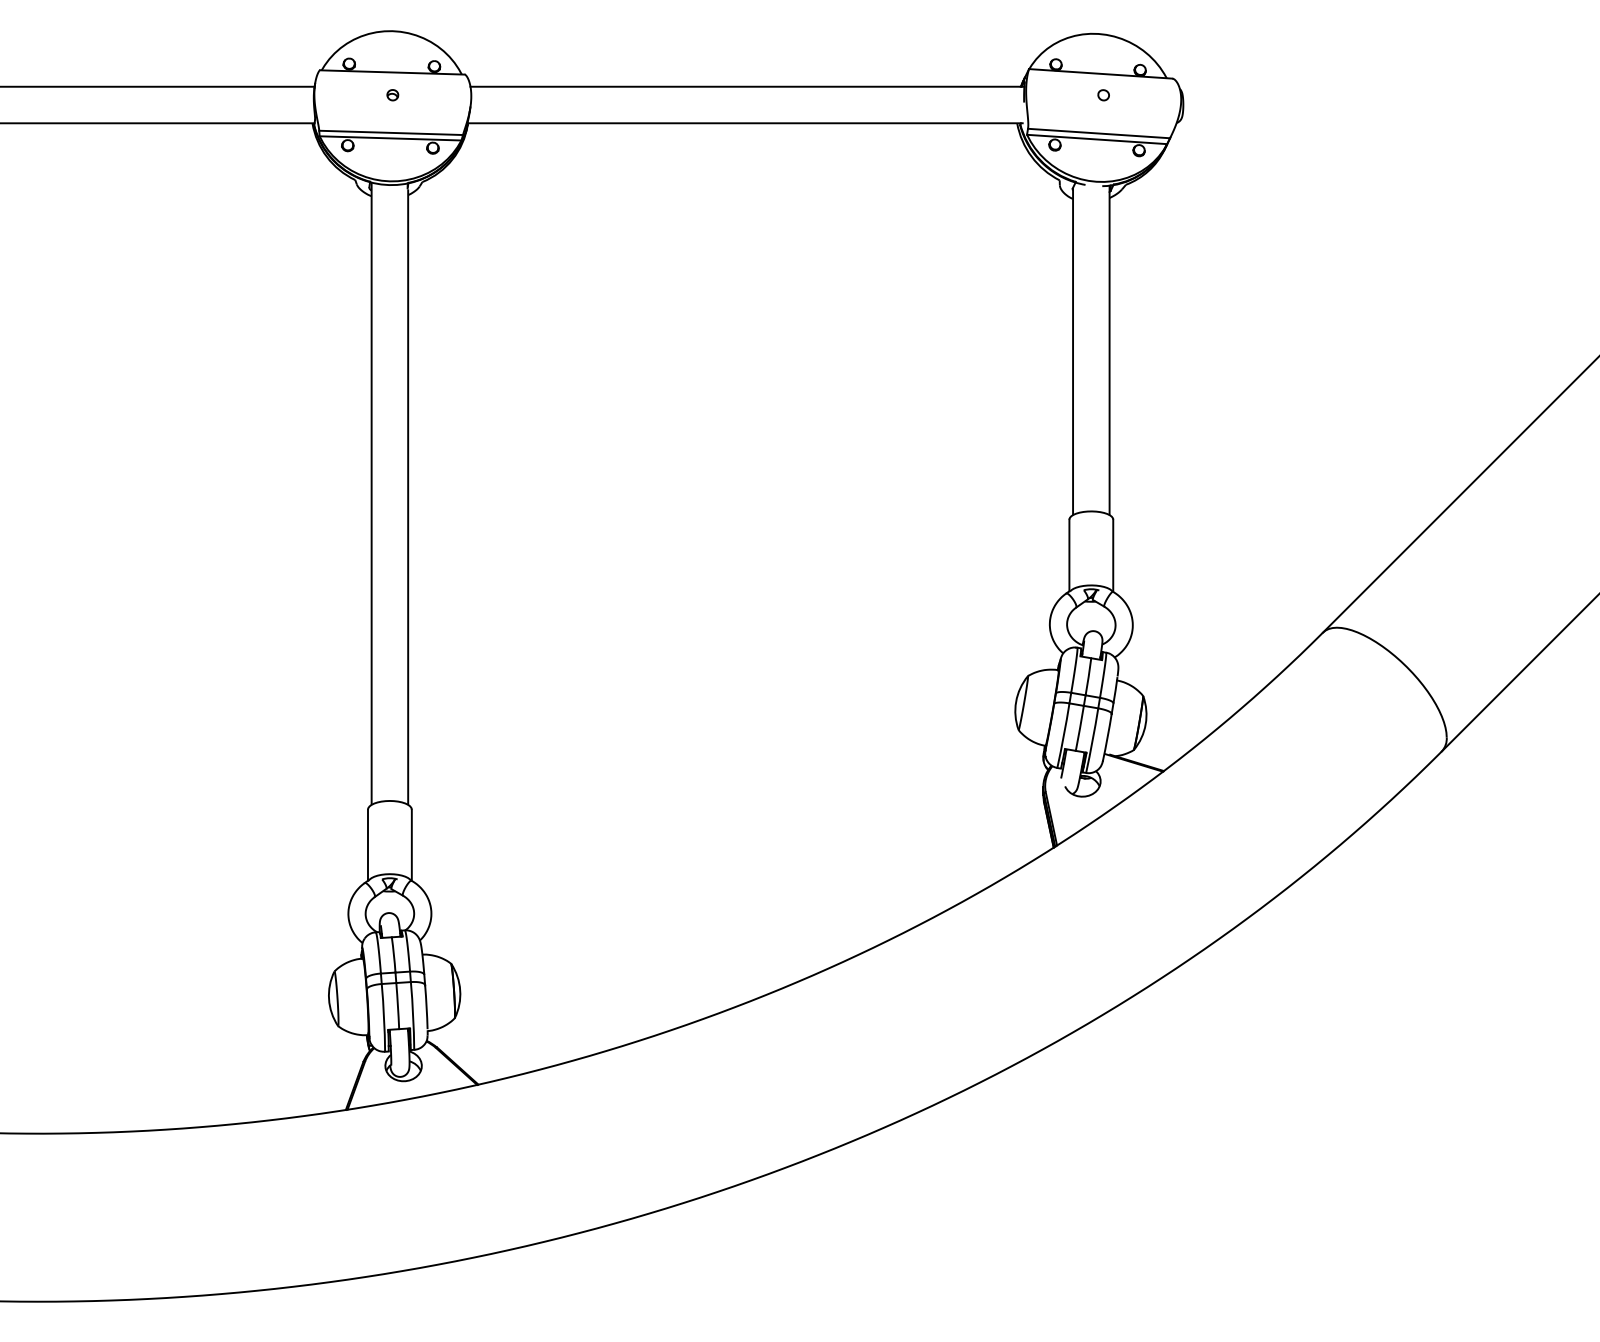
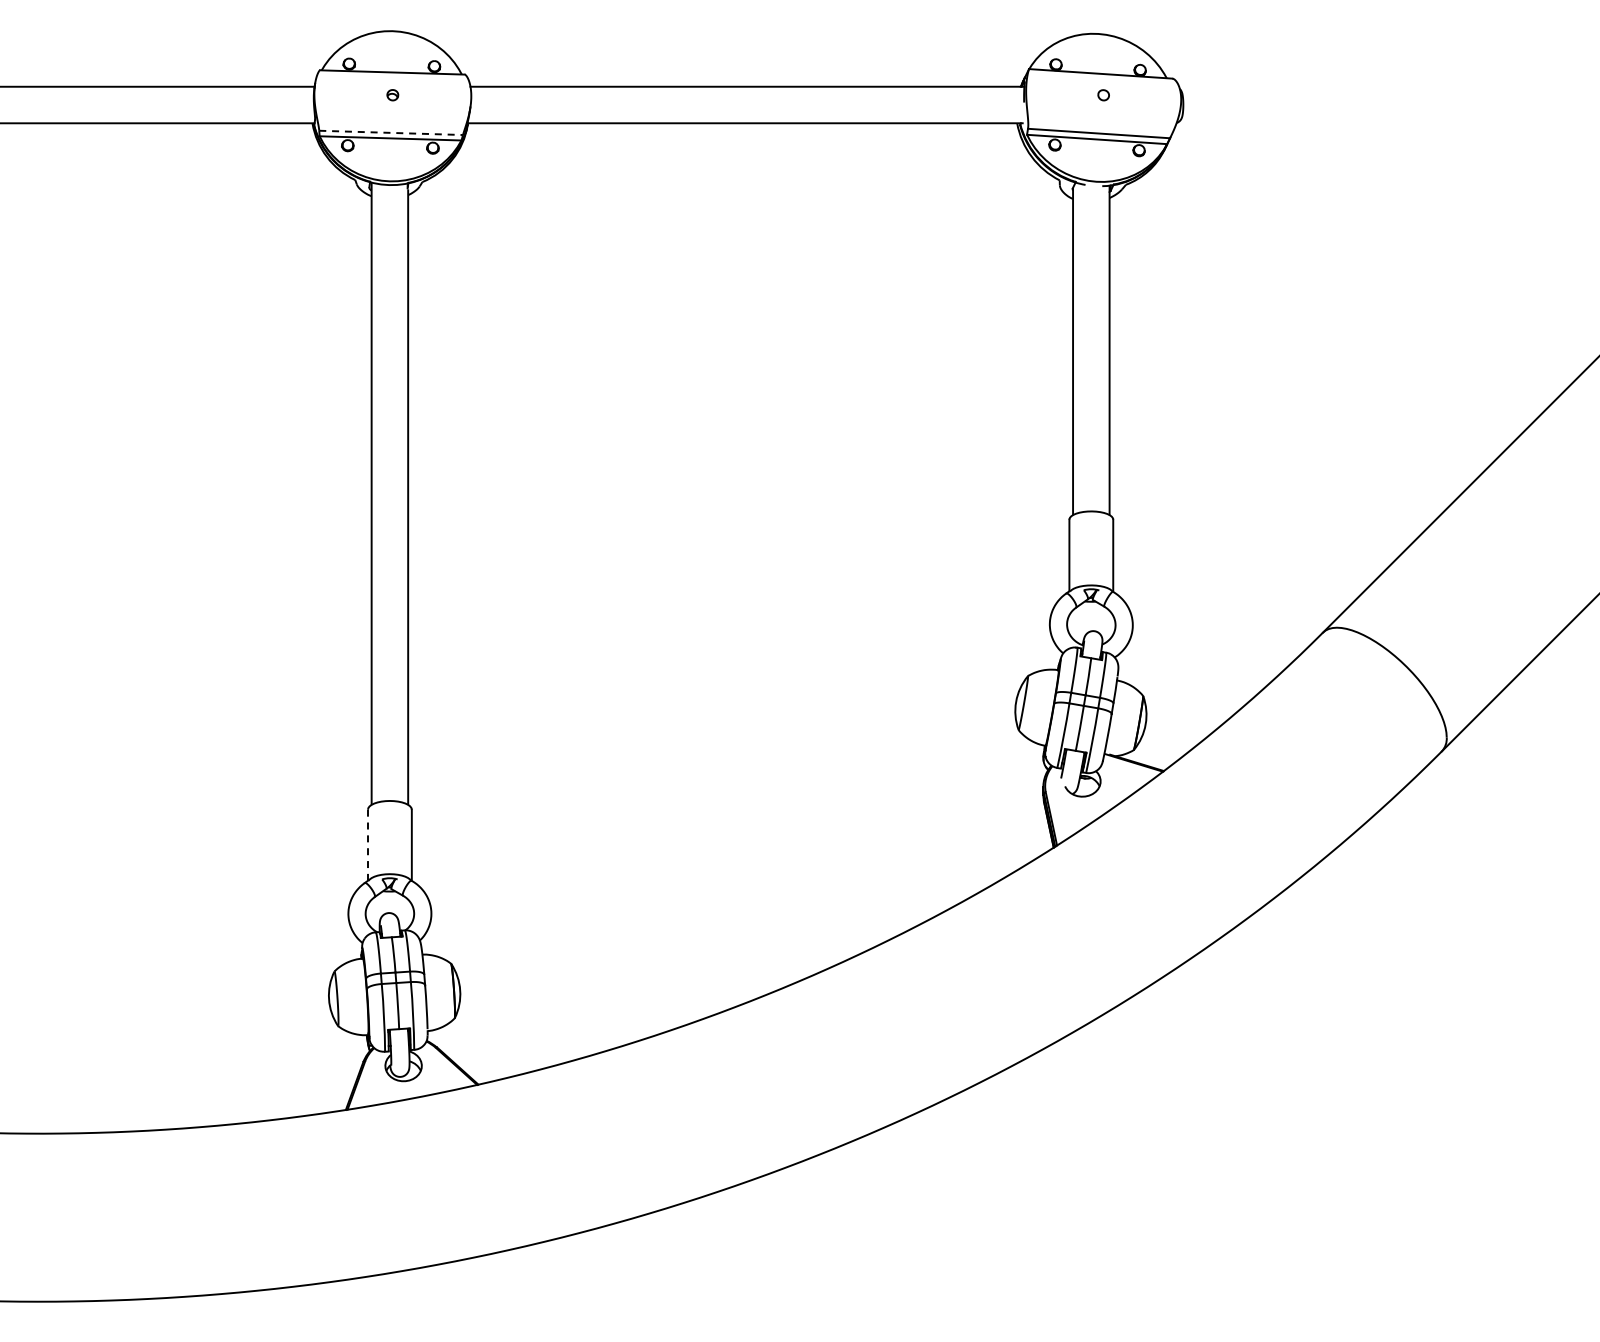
line at (391, 132): solid -> dashed
line at (367, 845): solid -> dashed
